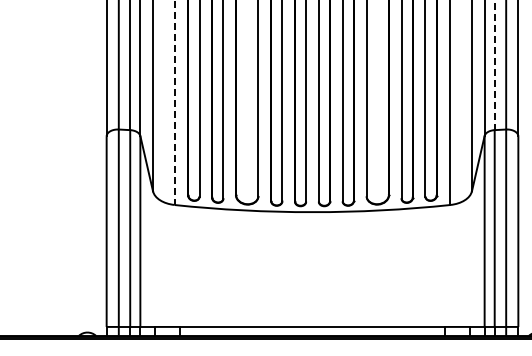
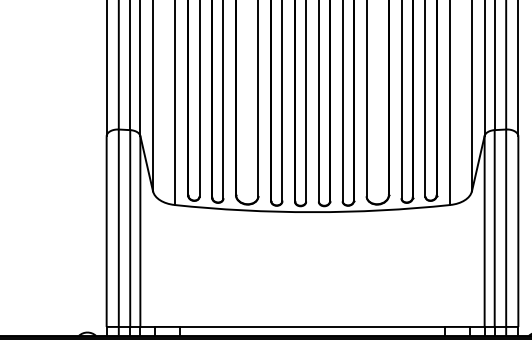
line at (494, 65): dashed -> solid
line at (174, 102): dashed -> solid
